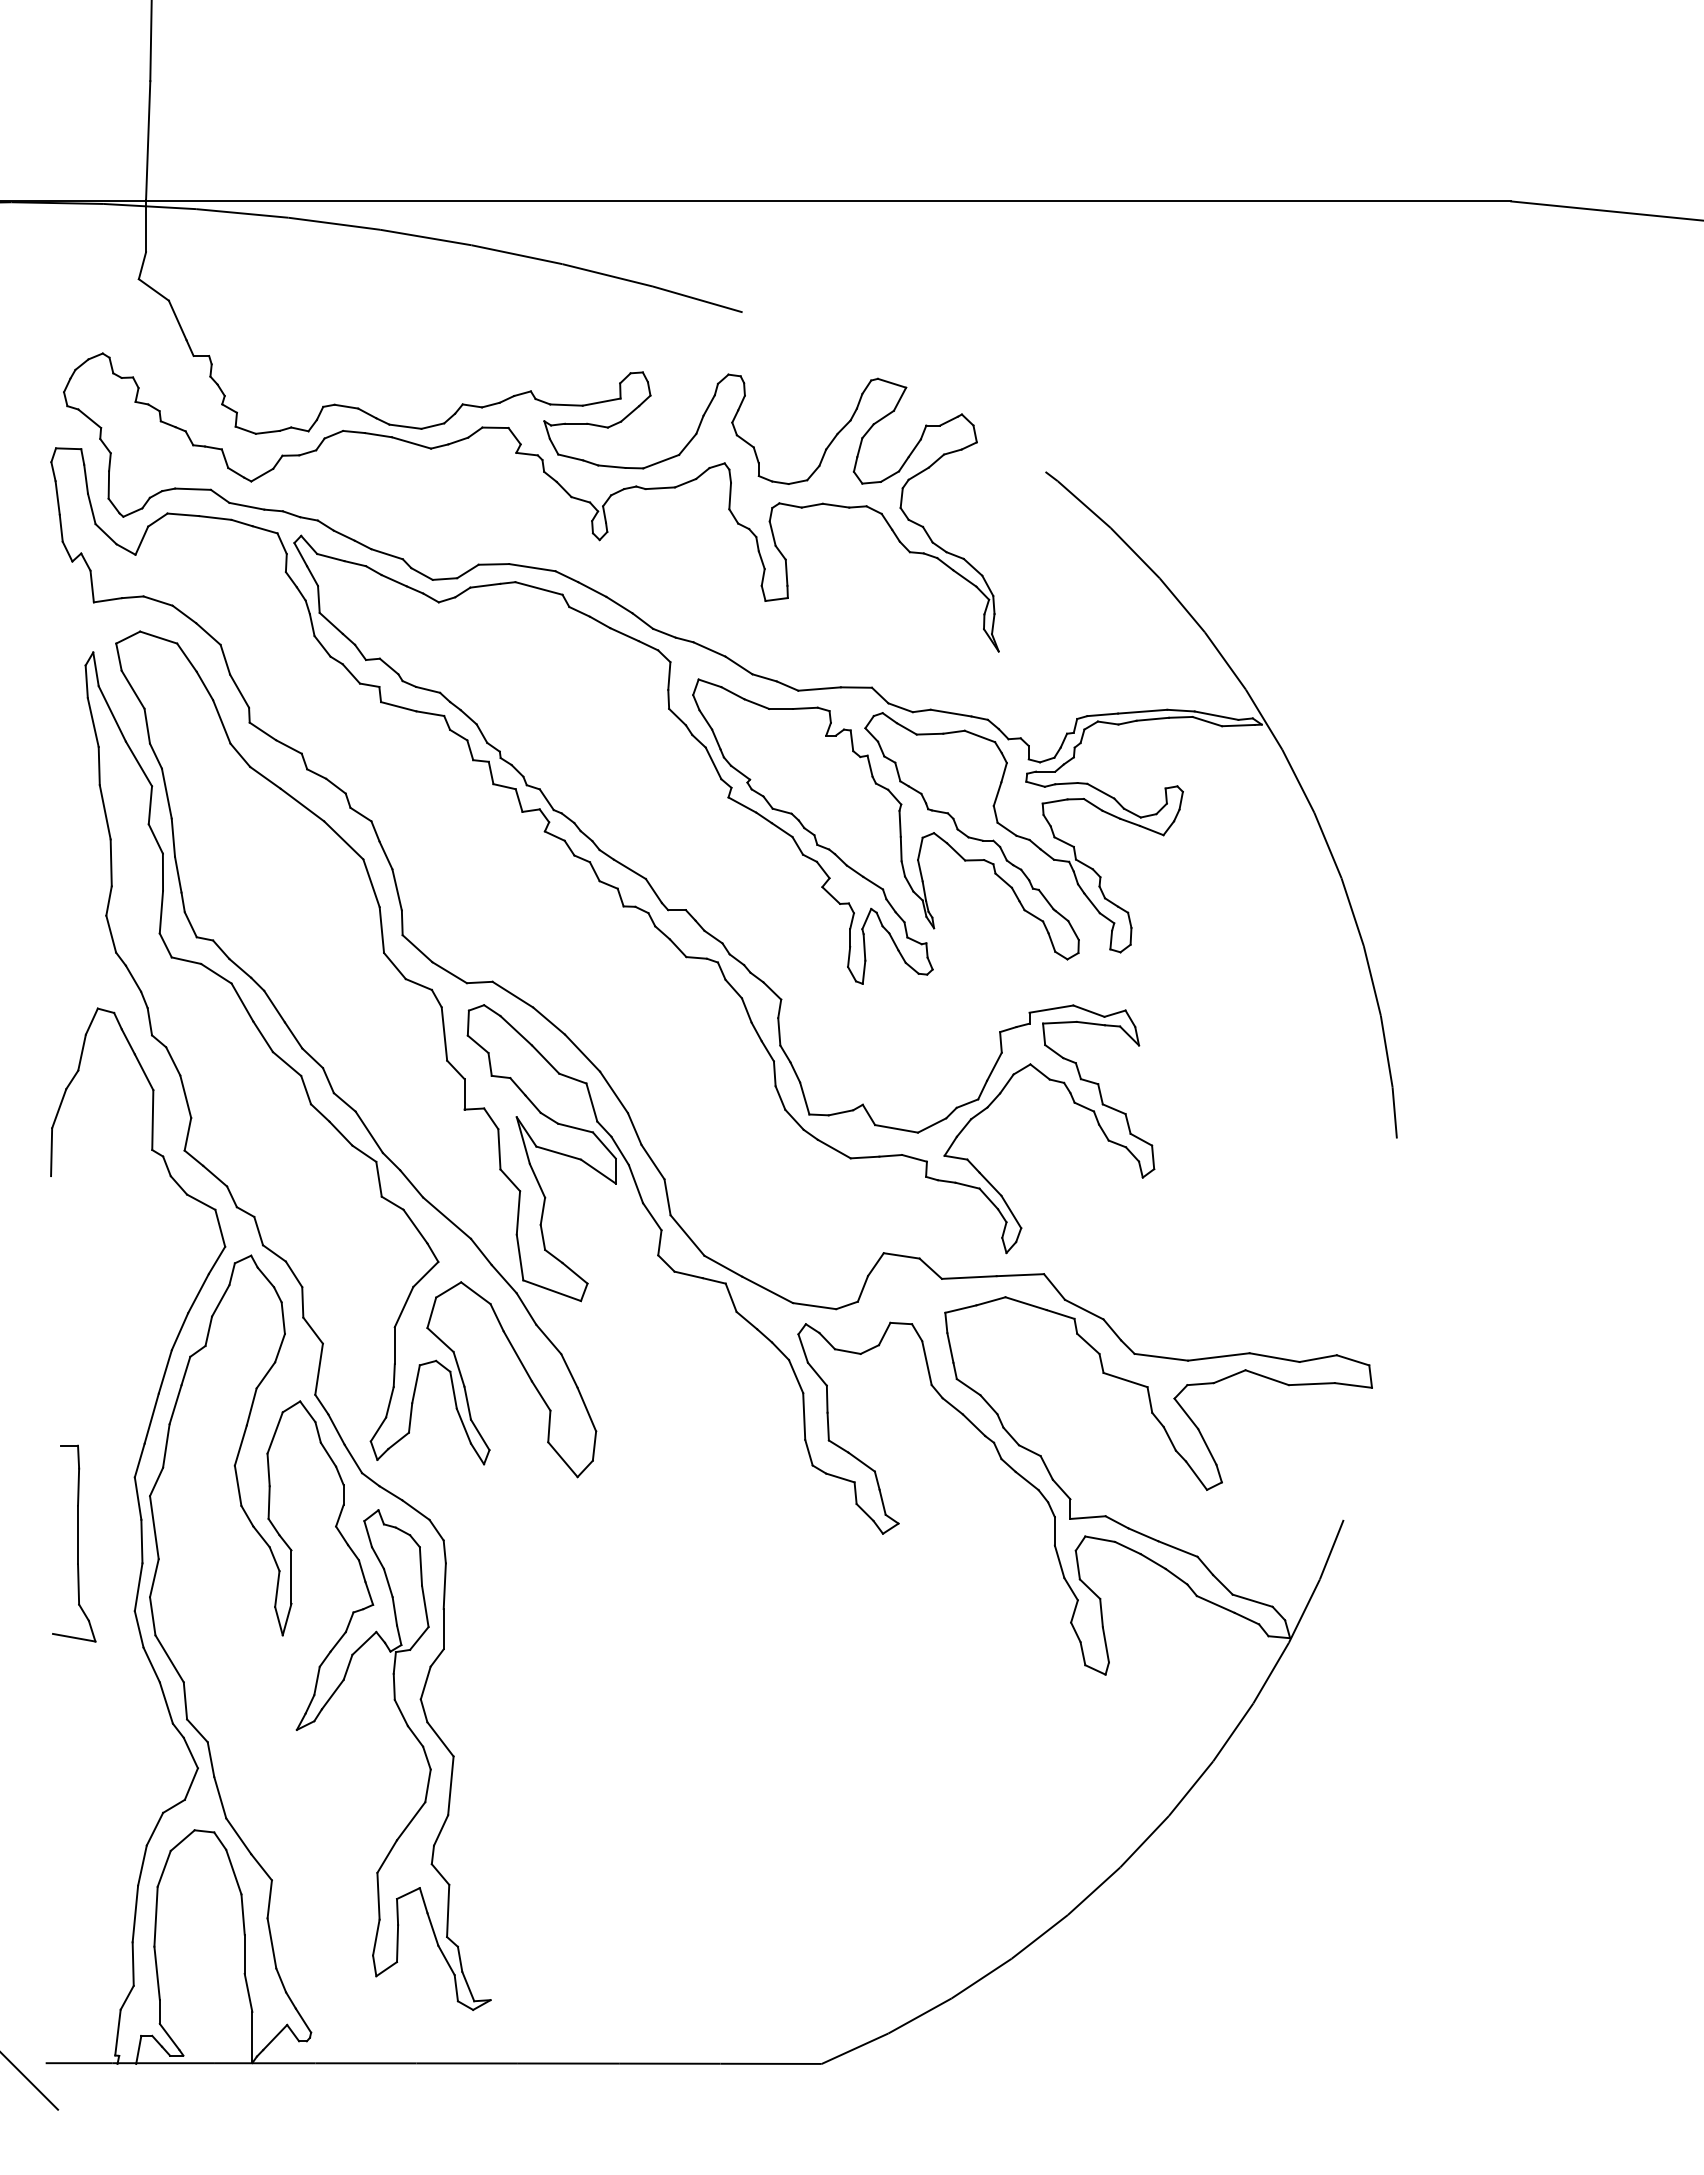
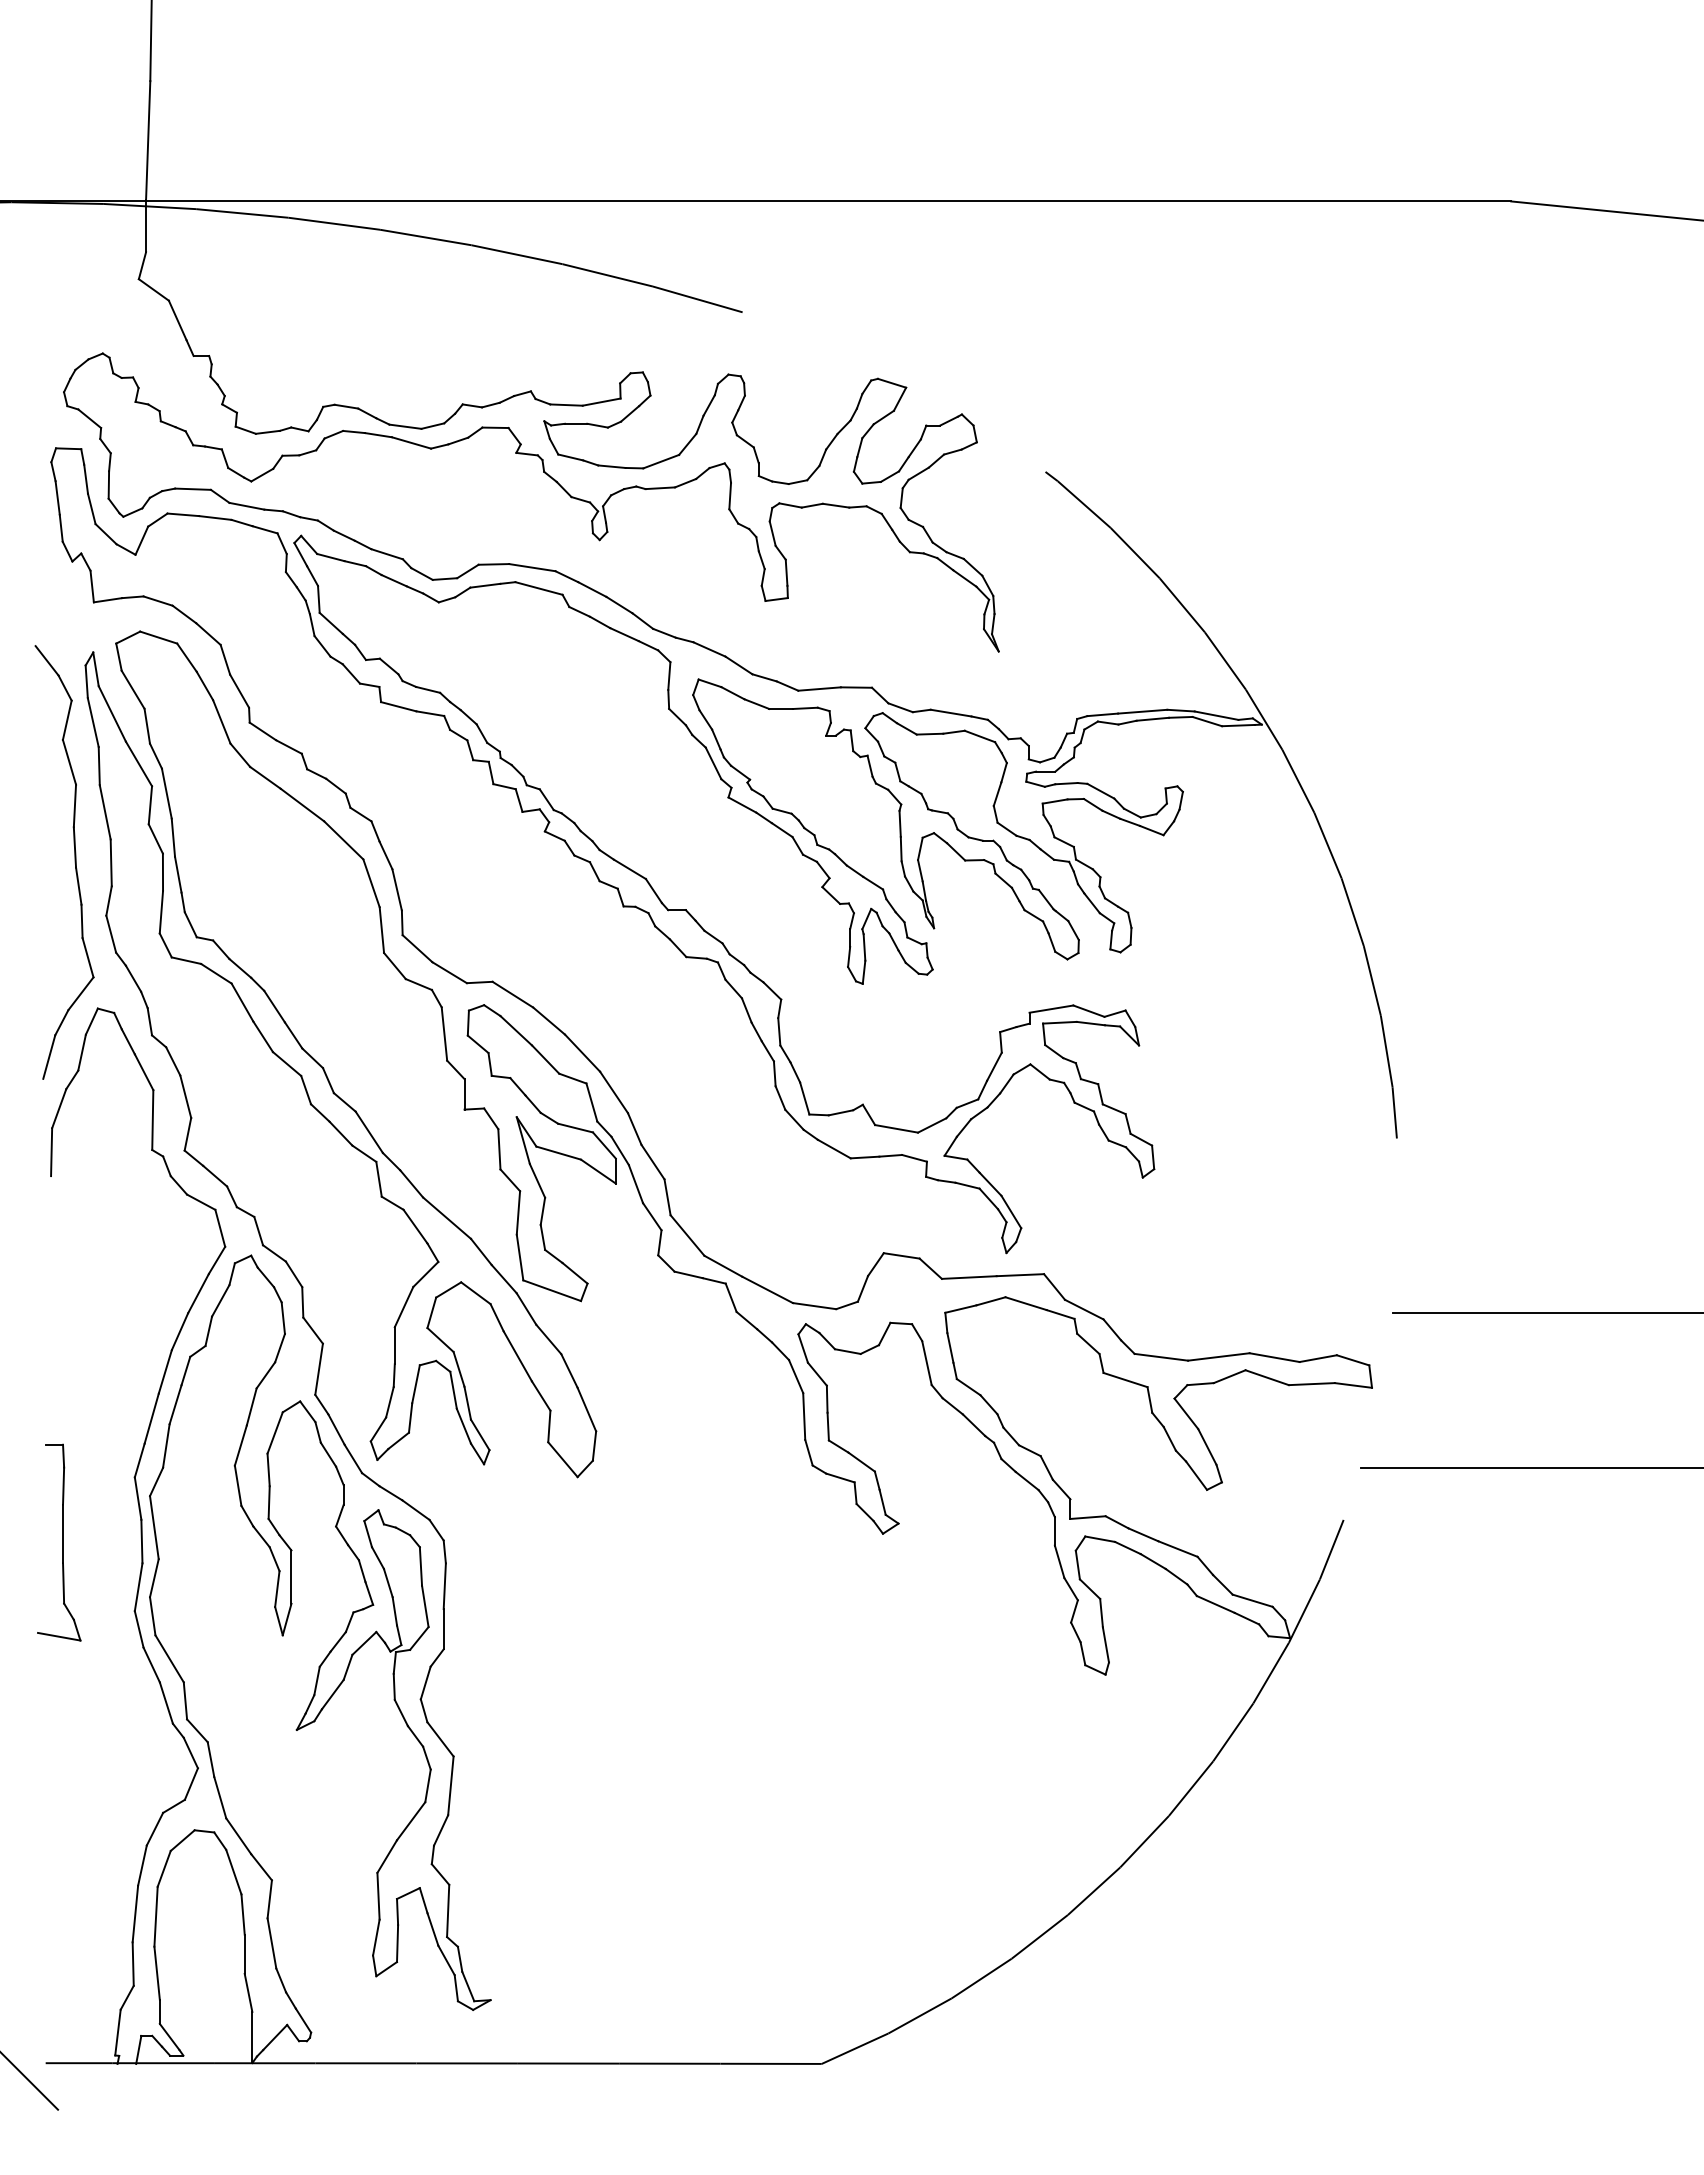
part at (74, 862): none -> present
line at (1546, 1312): none -> present
line at (1530, 1467): none -> present
part at (74, 1543) position: (74, 1543) -> (59, 1542)
